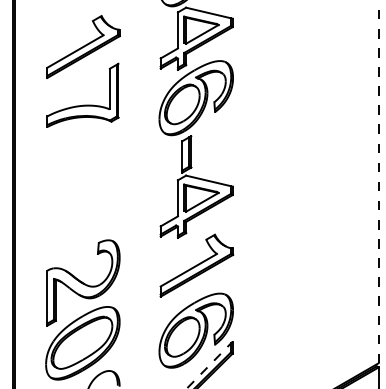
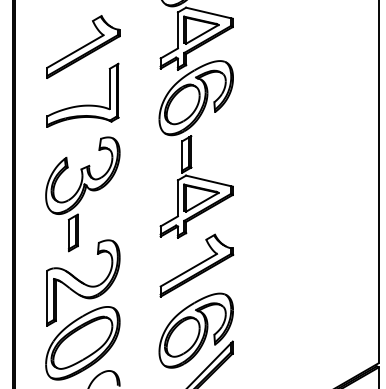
line at (378, 181): dashed -> solid
part at (82, 194): none -> present
line at (209, 365): dashed -> solid
